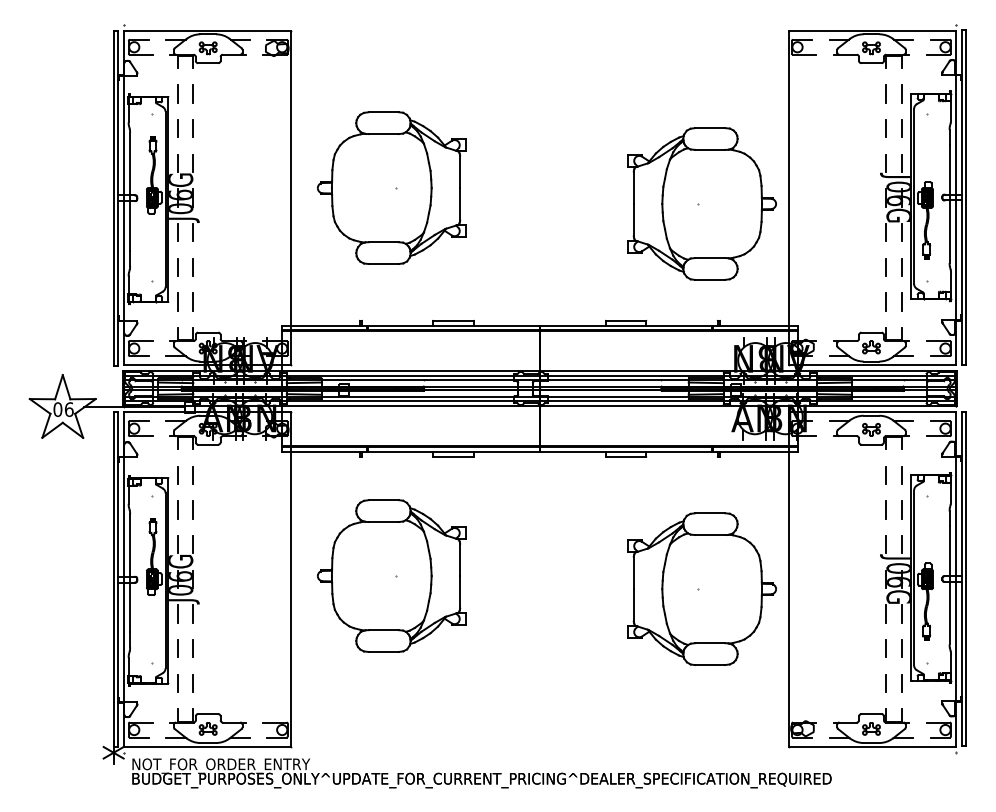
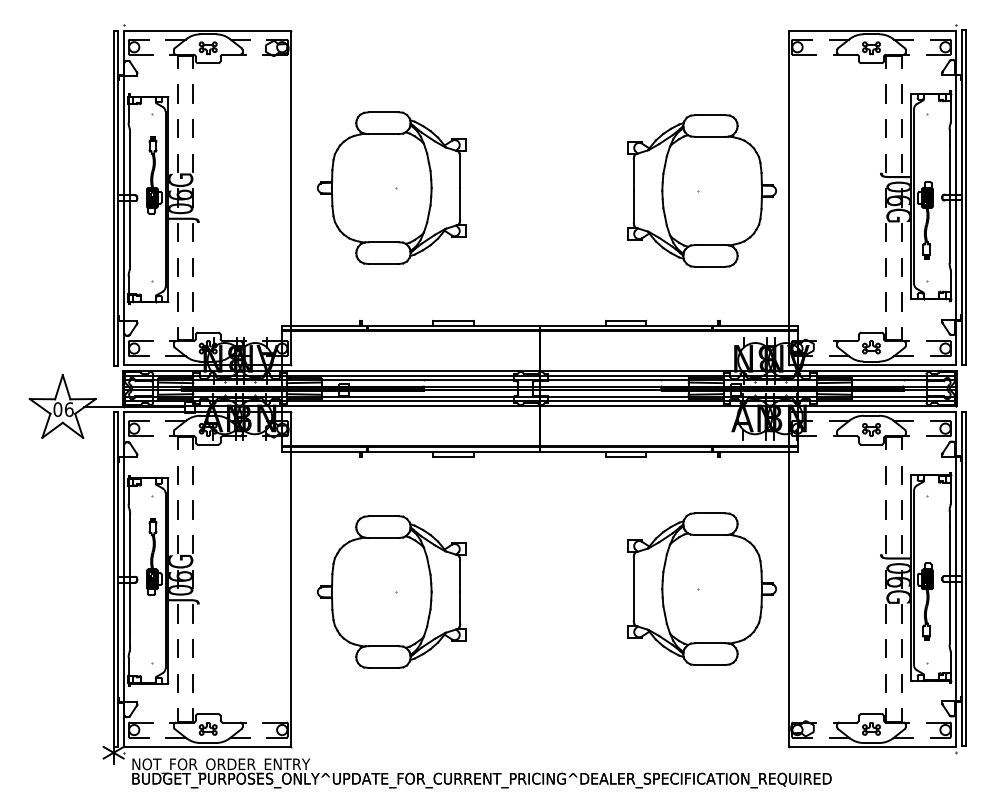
part at (701, 203) position: (701, 203) -> (701, 190)
part at (391, 575) position: (391, 575) -> (391, 591)
